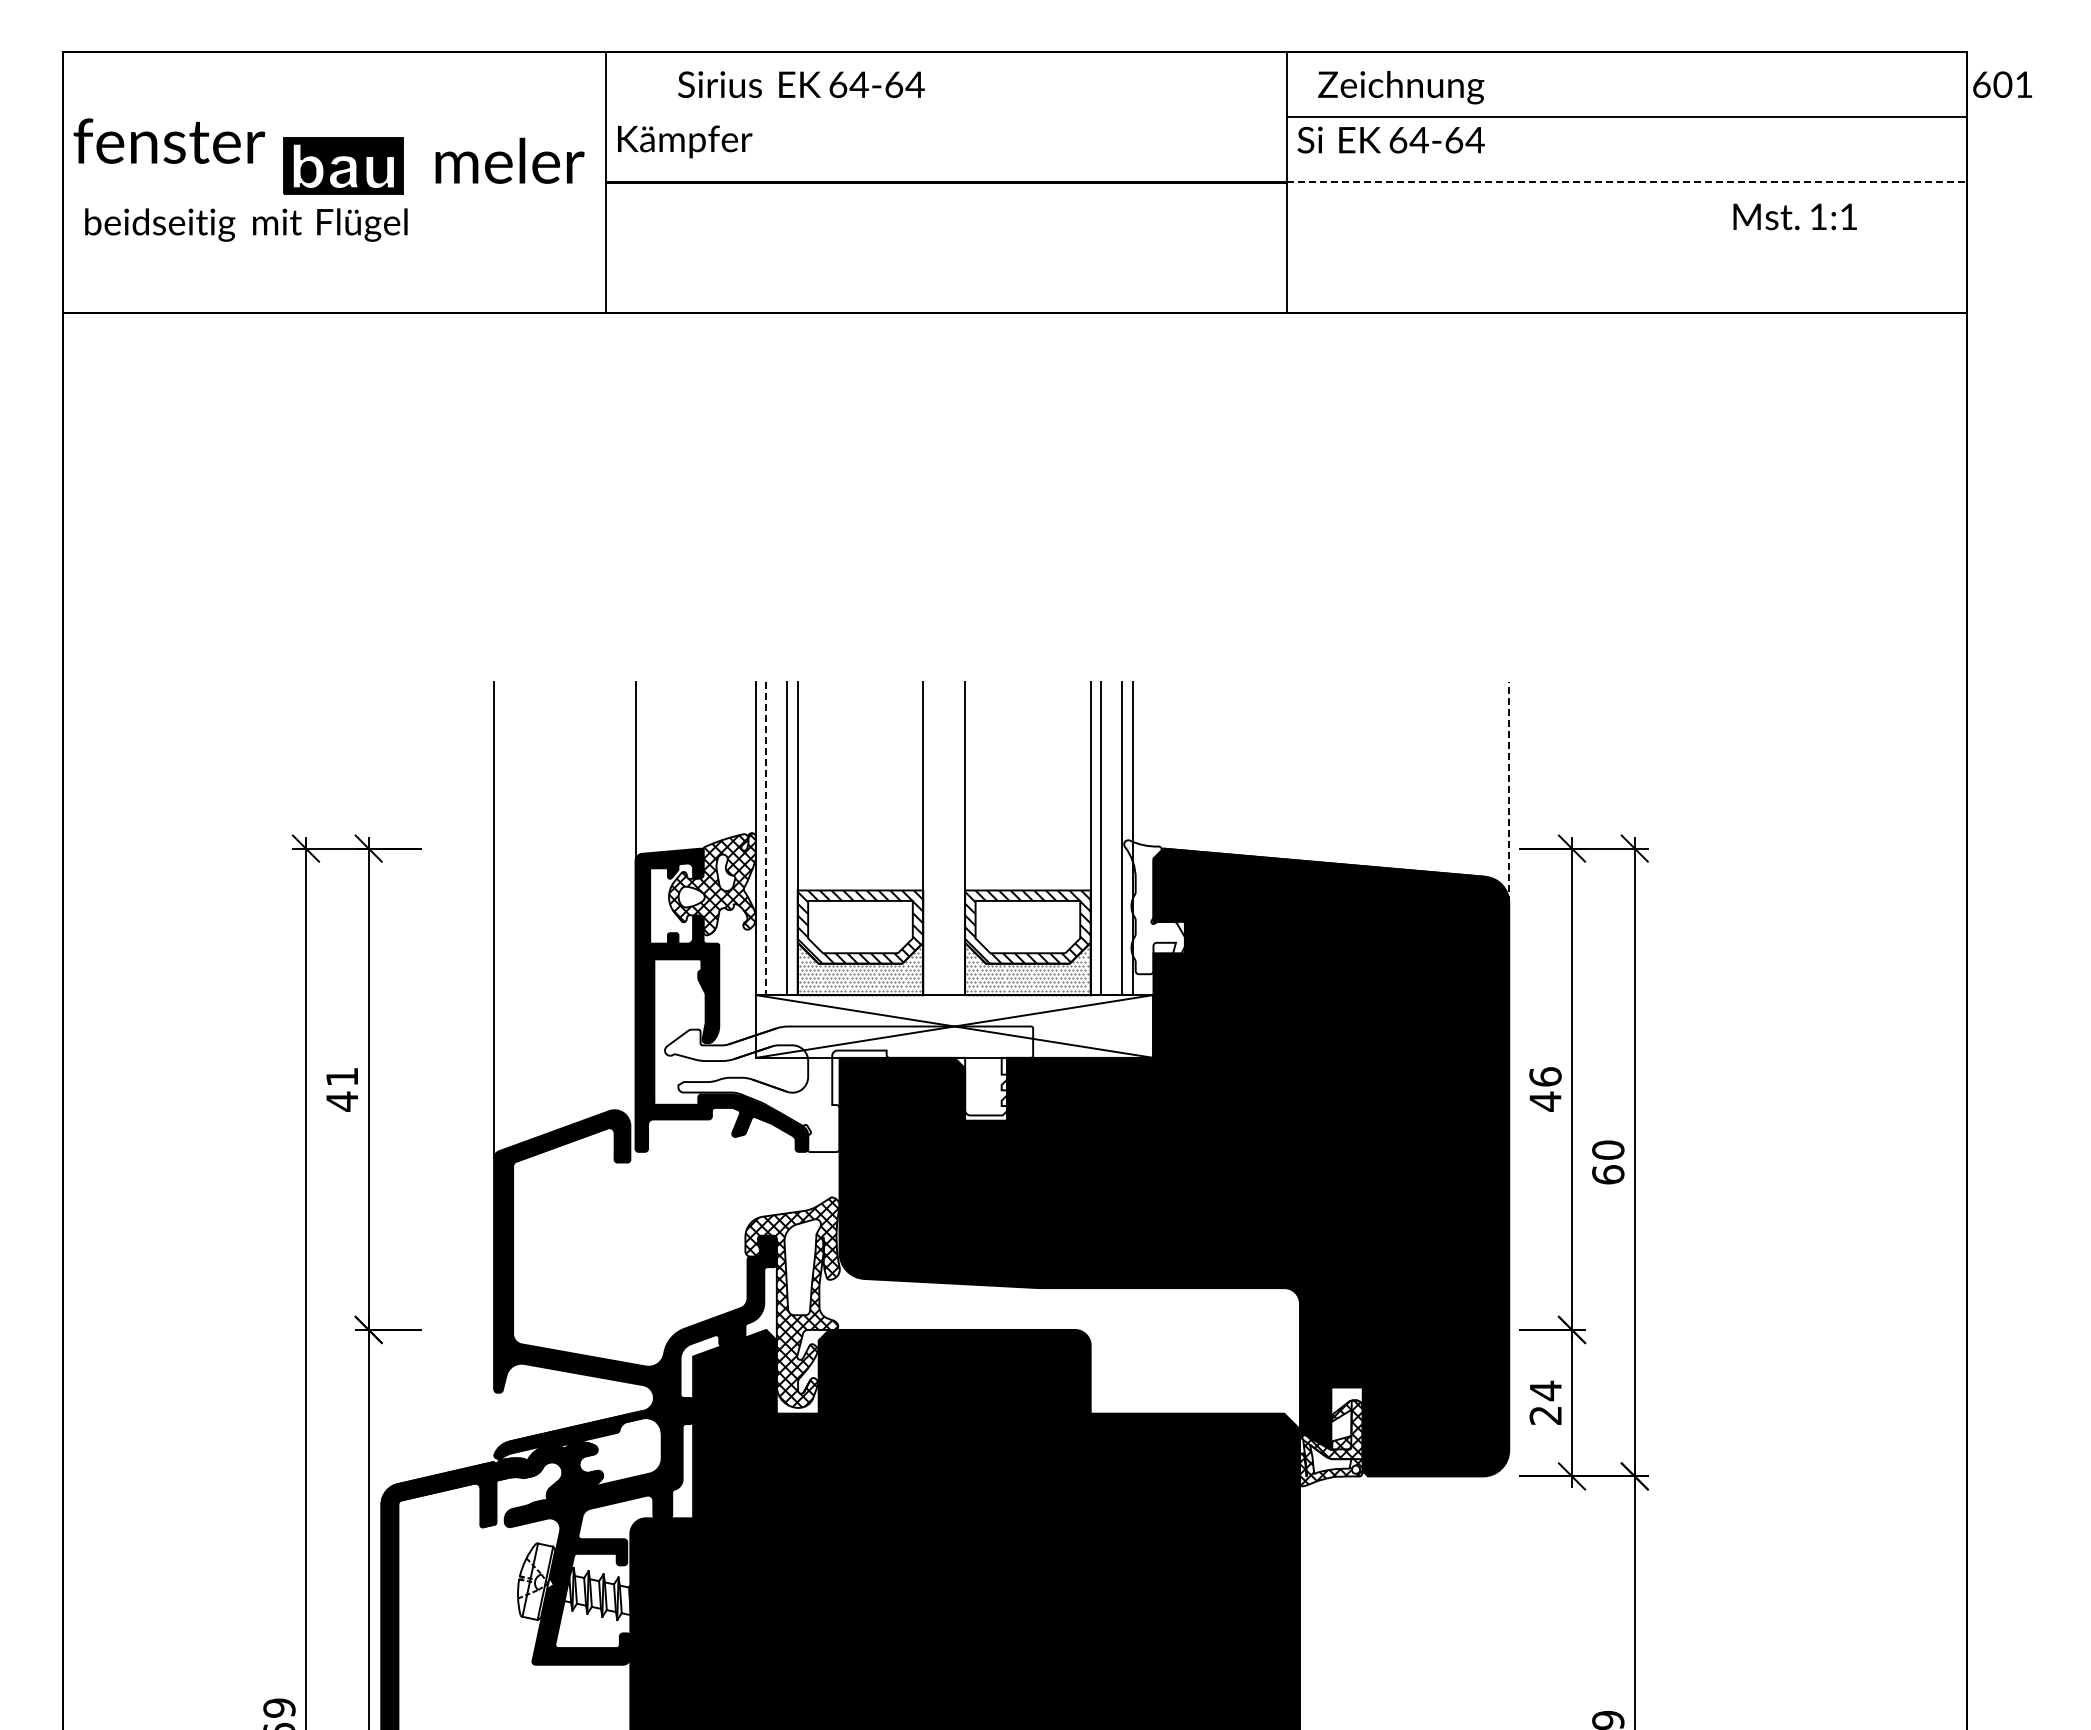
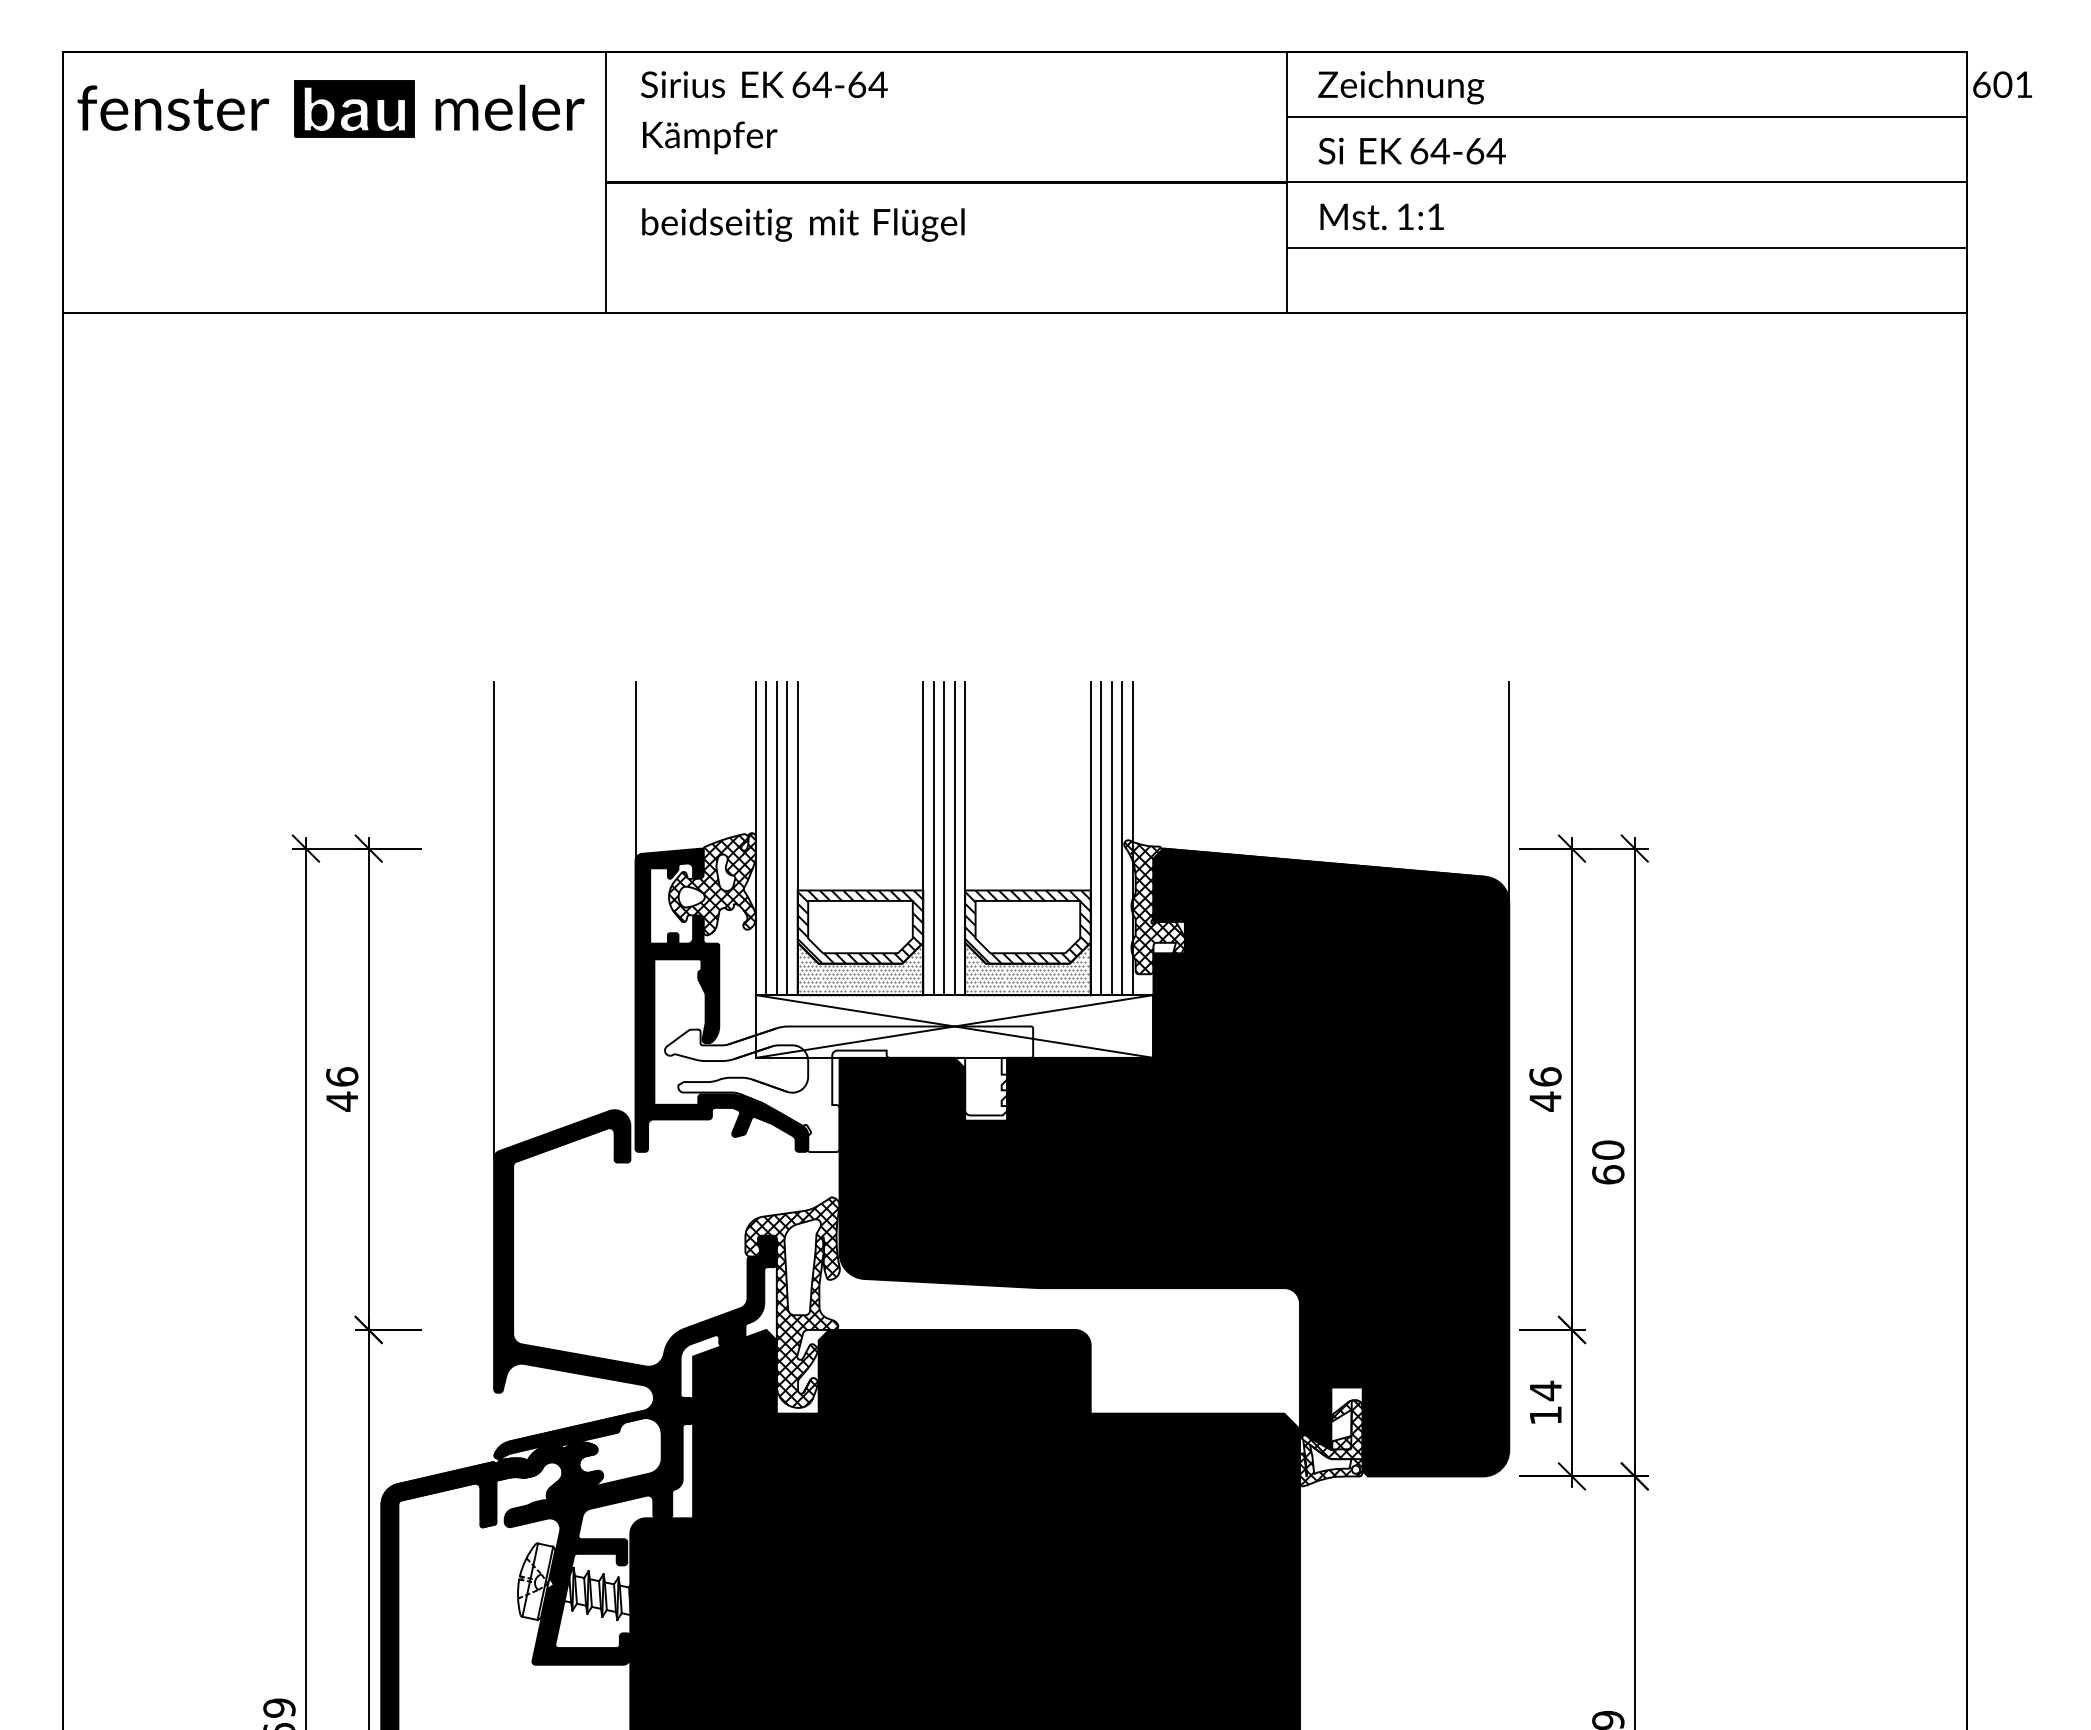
text at (801, 84) position: (801, 84) -> (764, 84)
text at (1390, 139) position: (1390, 139) -> (1411, 150)
text at (169, 140) position: (169, 140) -> (173, 107)
text at (685, 141) position: (685, 141) -> (710, 137)
text at (509, 160) position: (509, 160) -> (509, 107)
part at (343, 165) position: (343, 165) -> (354, 108)
line at (1627, 182): dashed -> solid
text at (1794, 216) position: (1794, 216) -> (1381, 216)
text at (246, 224) position: (246, 224) -> (803, 224)
line at (1626, 247): none -> present
line at (1509, 792): dashed -> solid
line at (776, 838): none -> present
line at (933, 838): none -> present
line at (944, 838): none -> present
line at (954, 838): none -> present
line at (1111, 838): none -> present
line at (766, 839): dashed -> solid
hatch at (1155, 907): none -> present
text at (342, 1076): 41 -> 46
text at (1545, 1415): 24 -> 14
